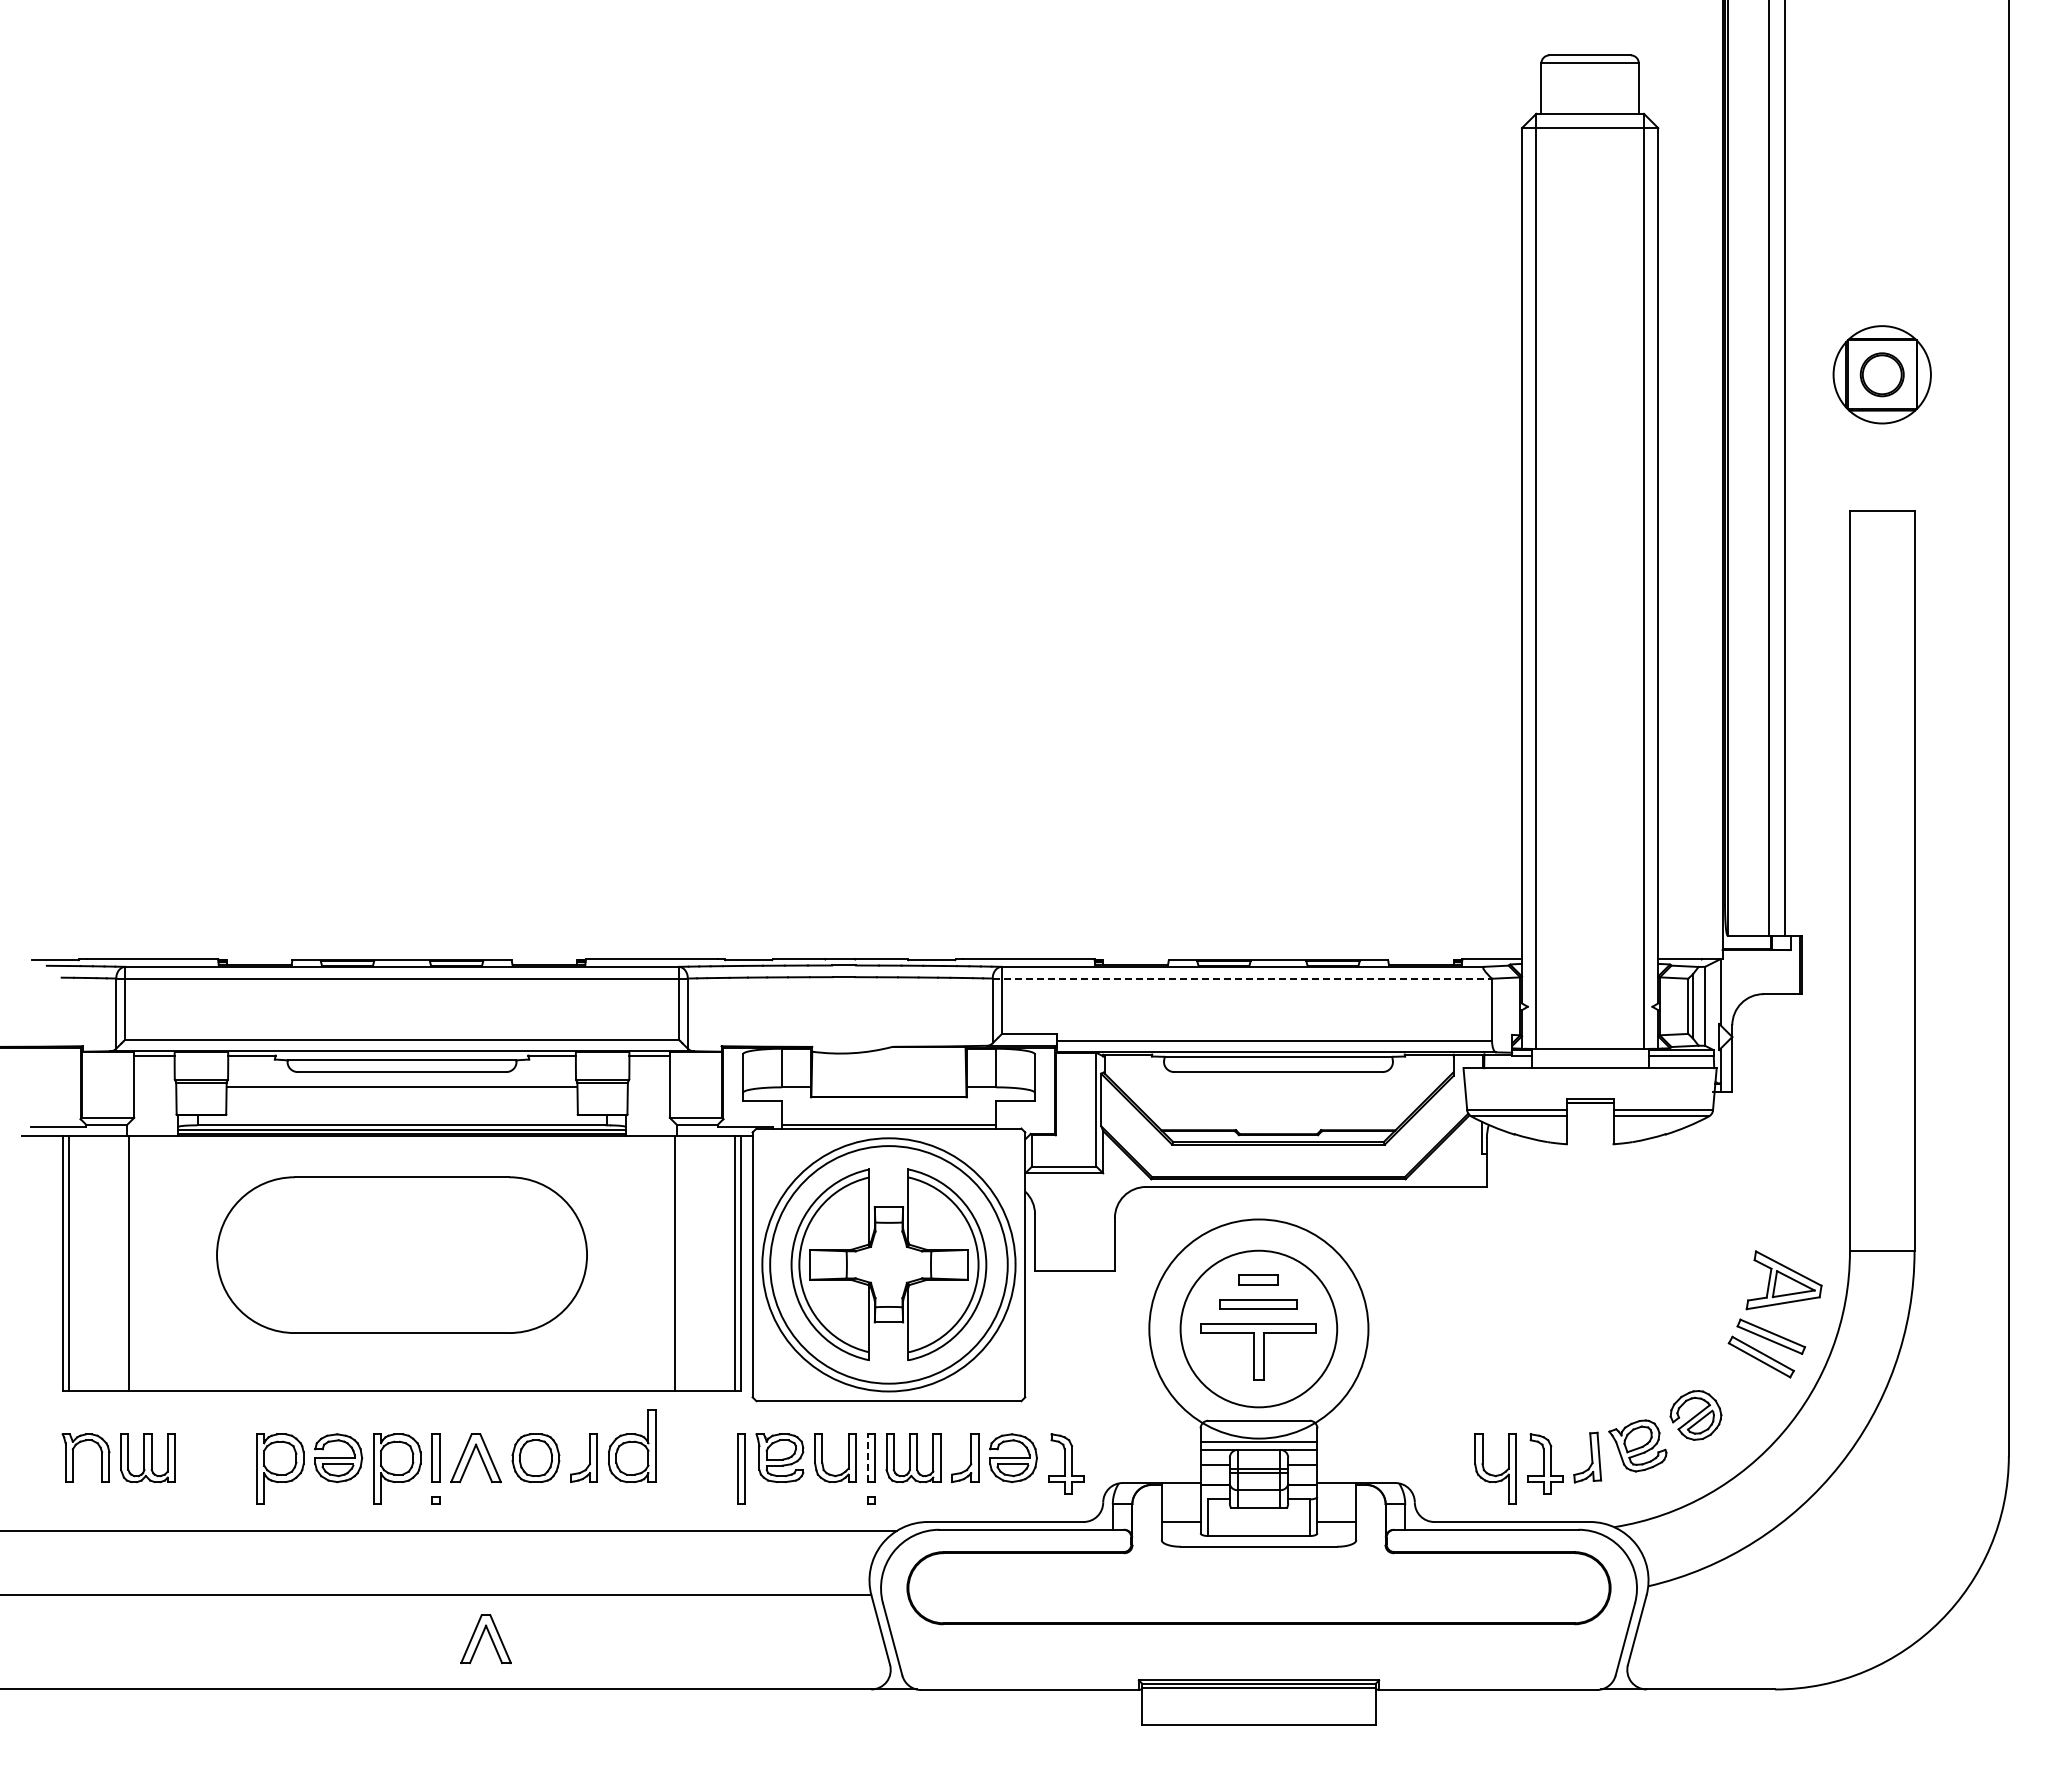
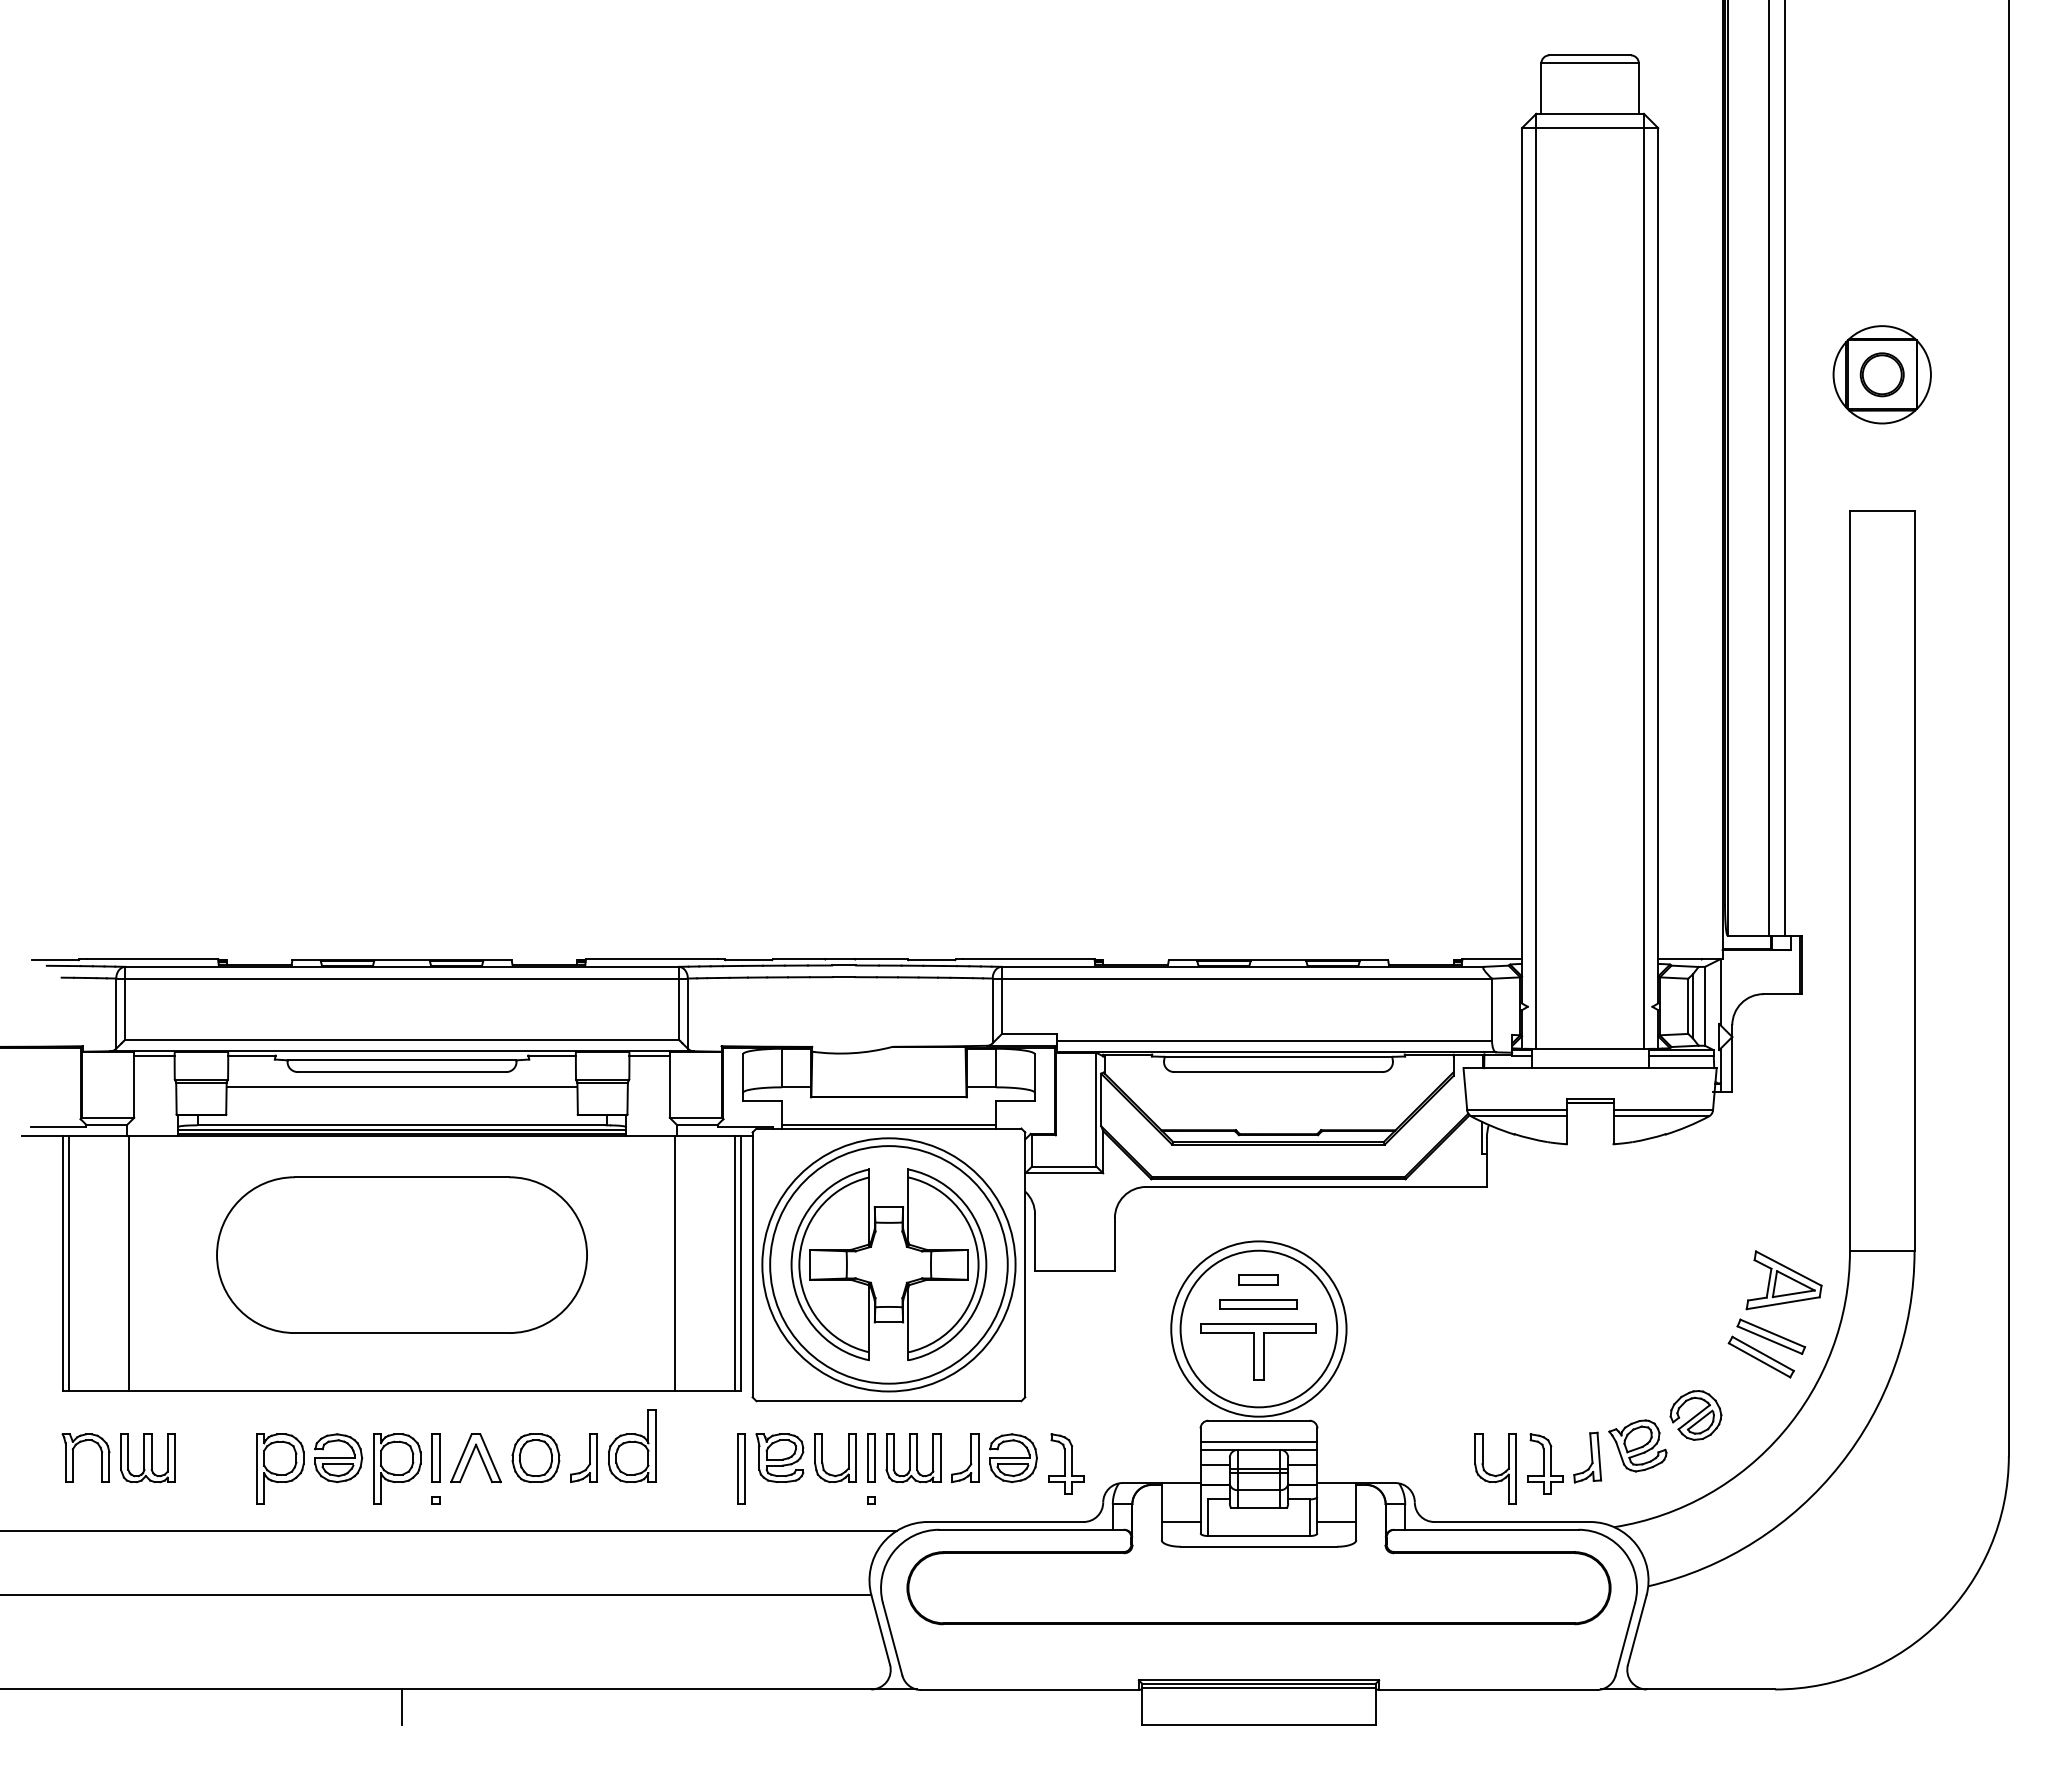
line at (1242, 978): dashed -> solid
circle at (1258, 1328) diameter: 219 px -> 175 px
line at (867, 1458): dashed -> solid
part at (485, 1639): present -> none
line at (402, 1706): none -> present
